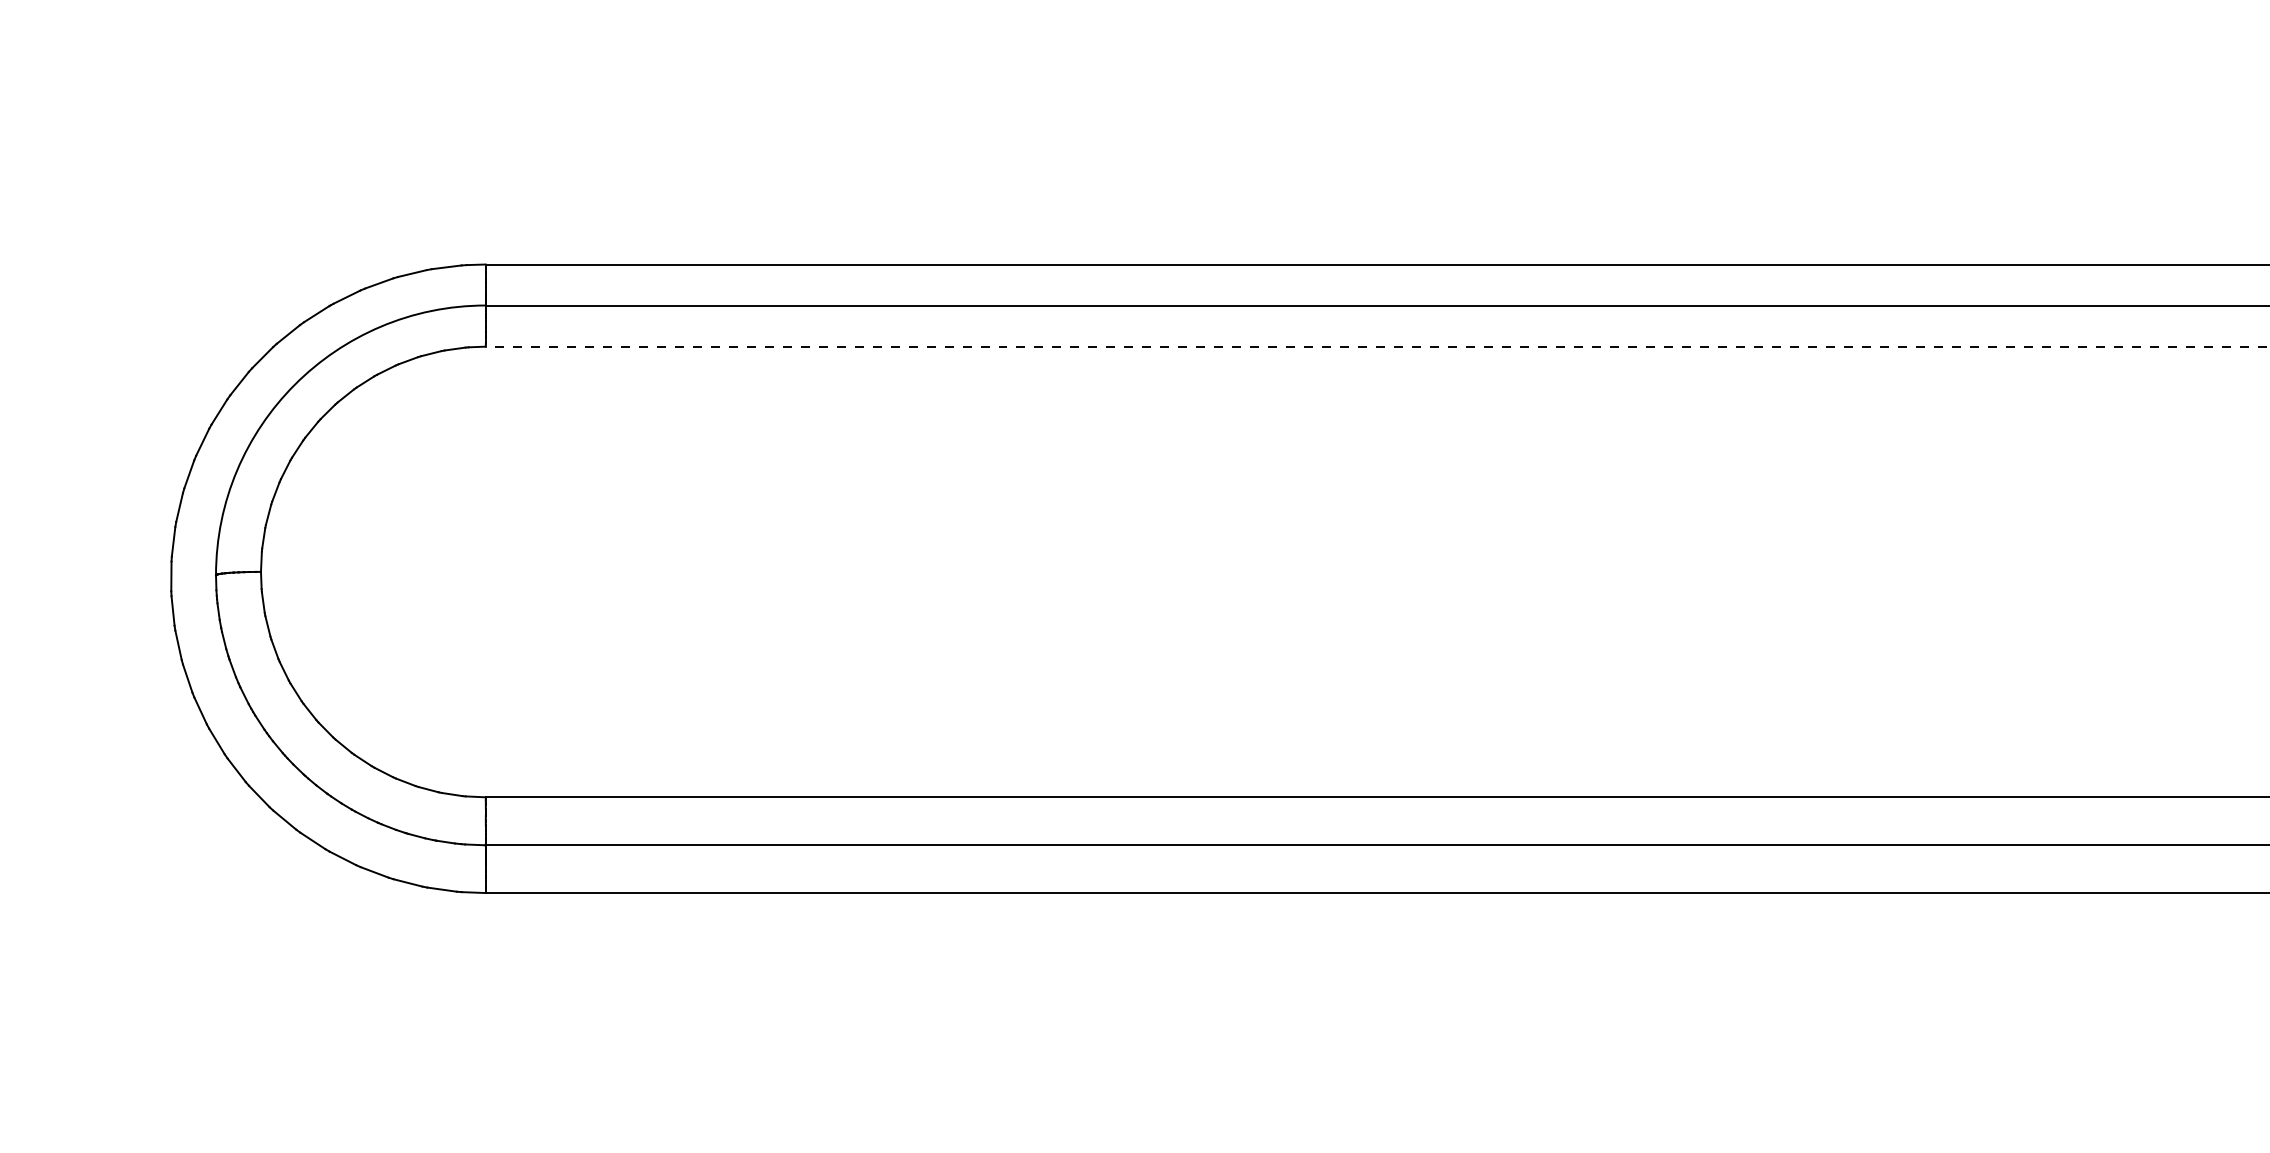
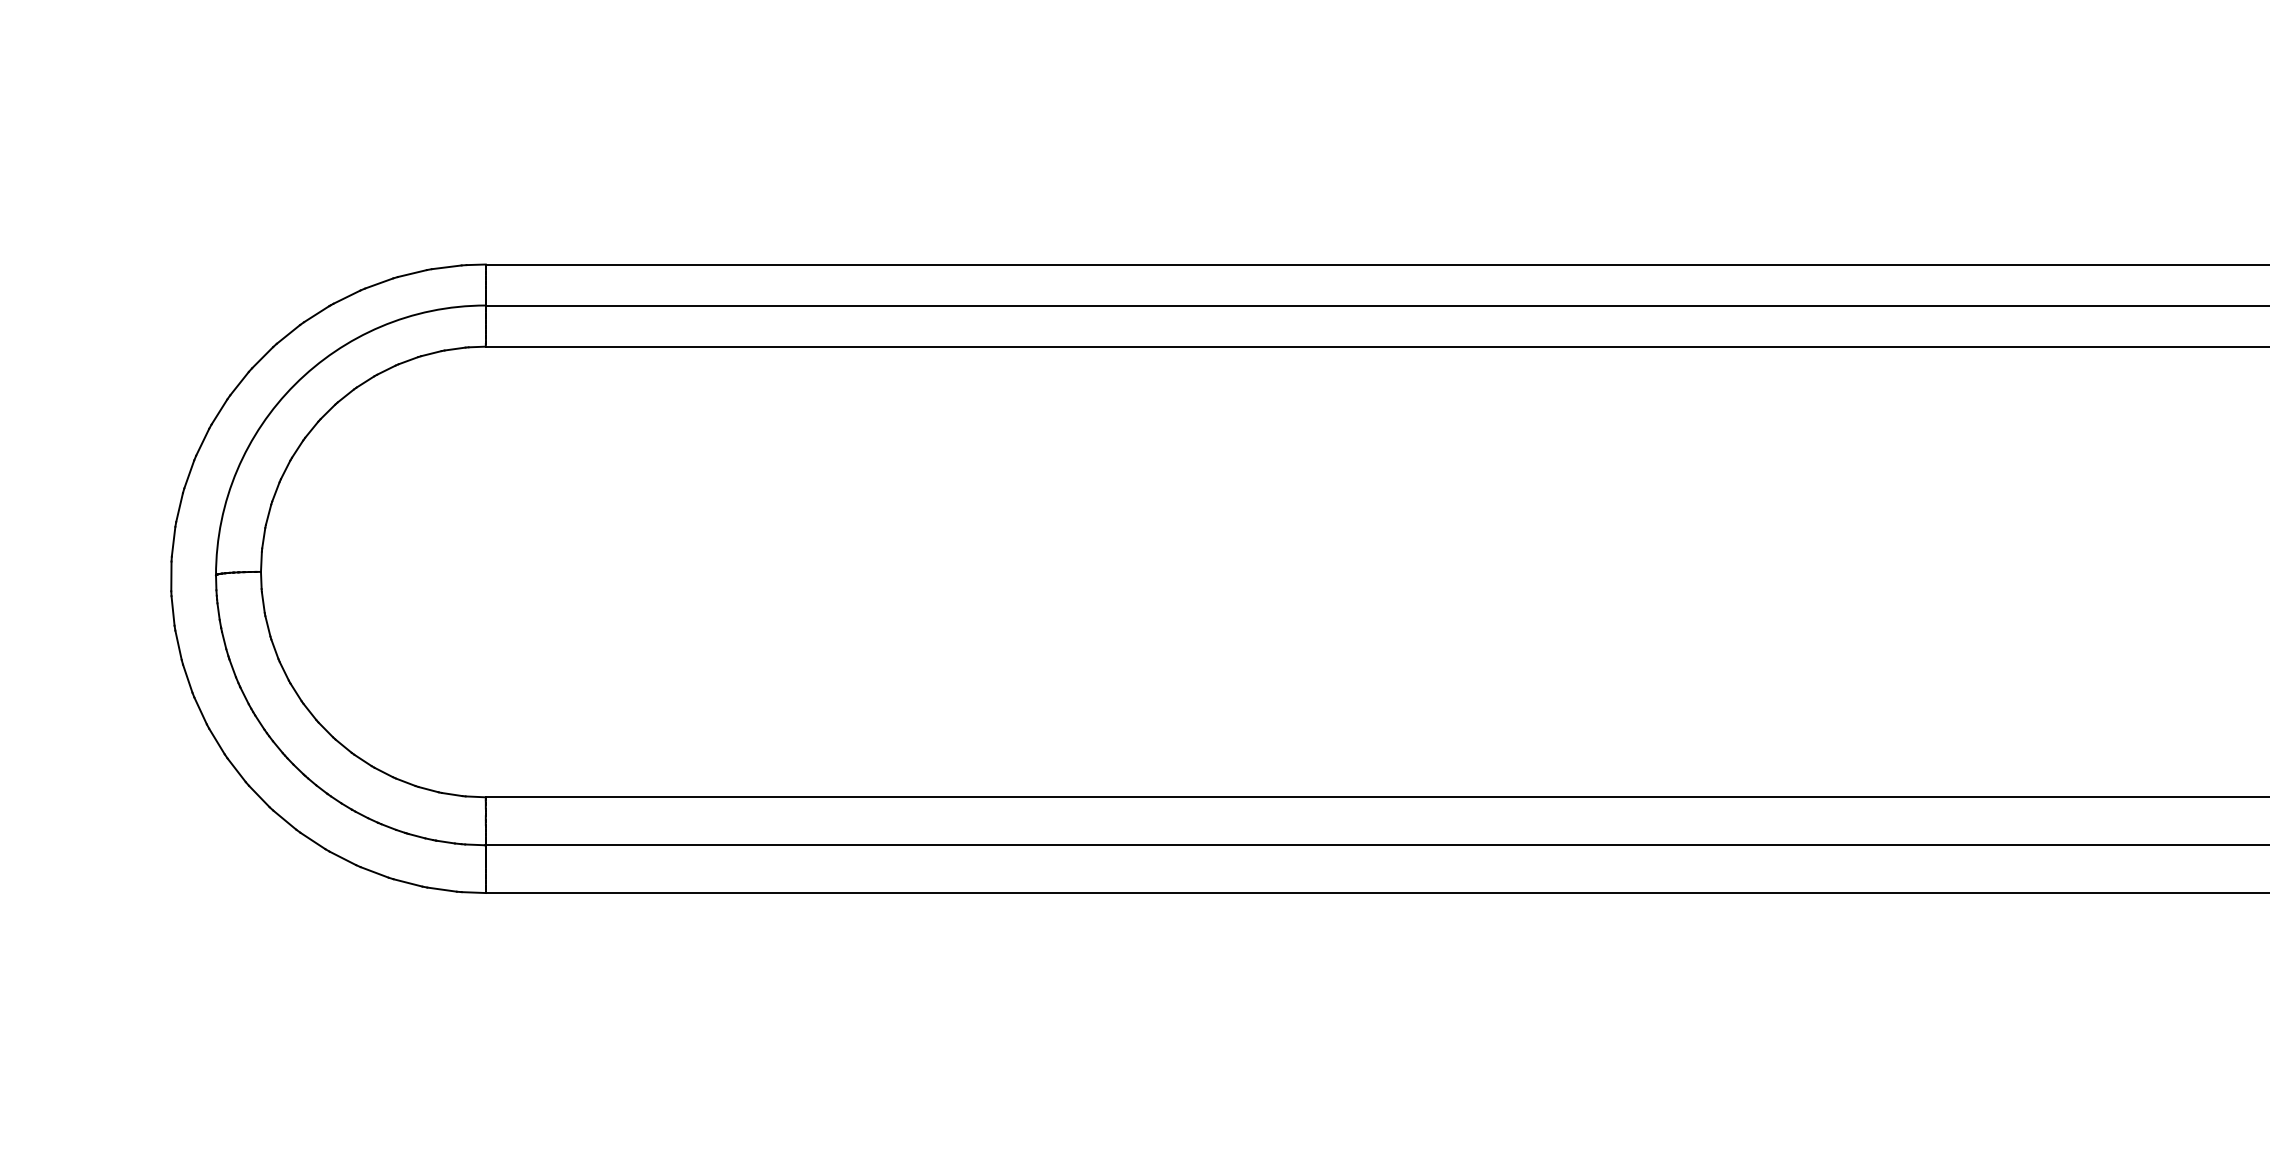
line at (1377, 346): dashed -> solid
